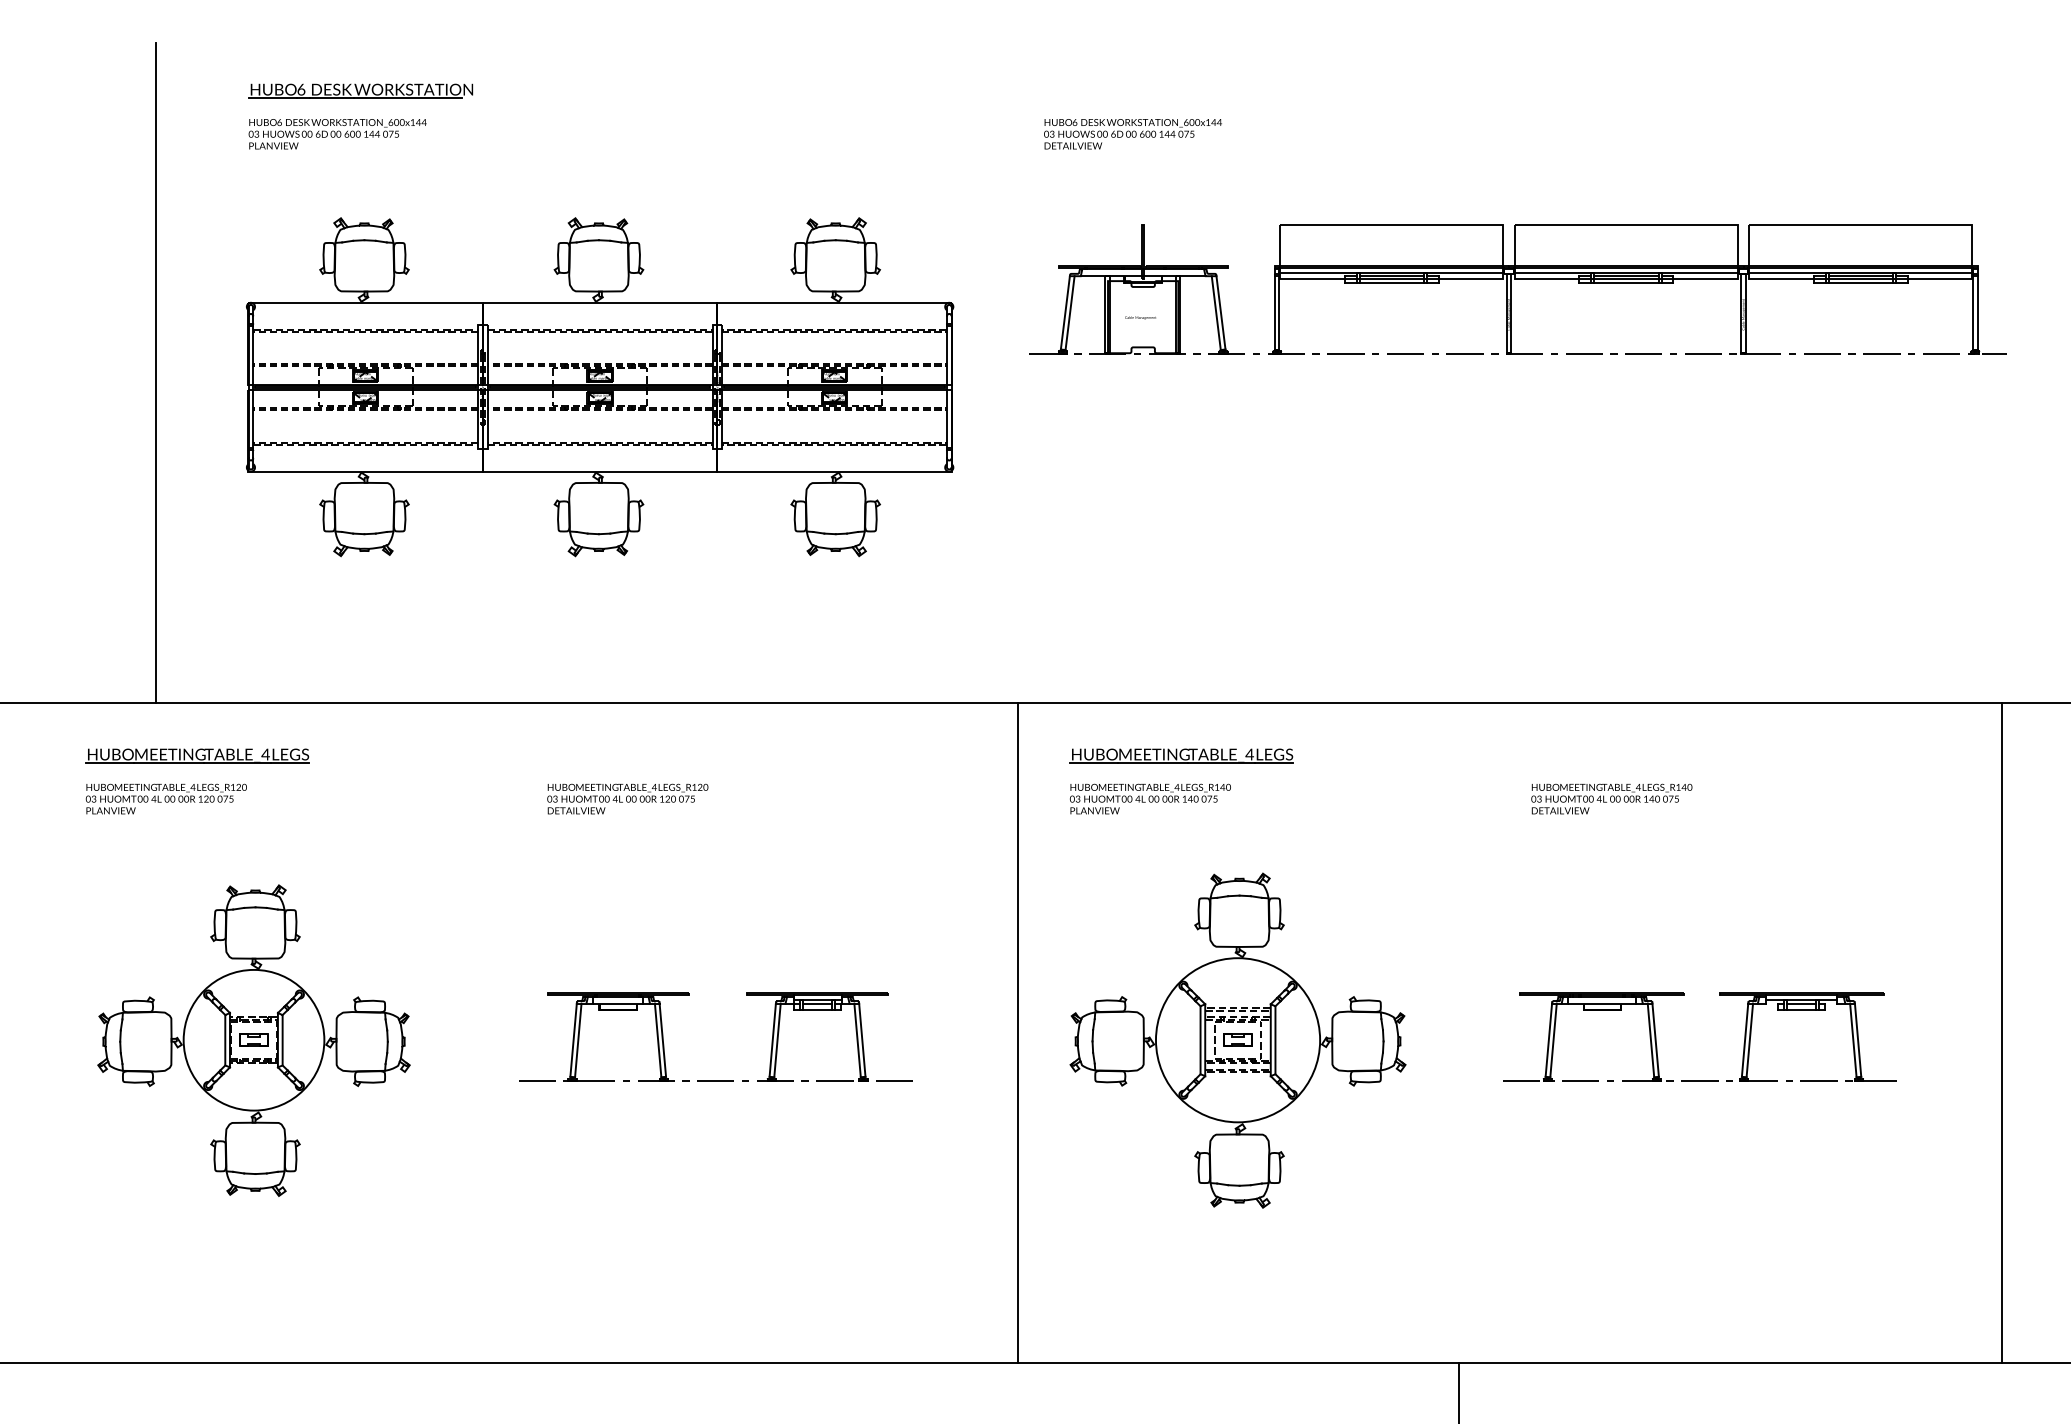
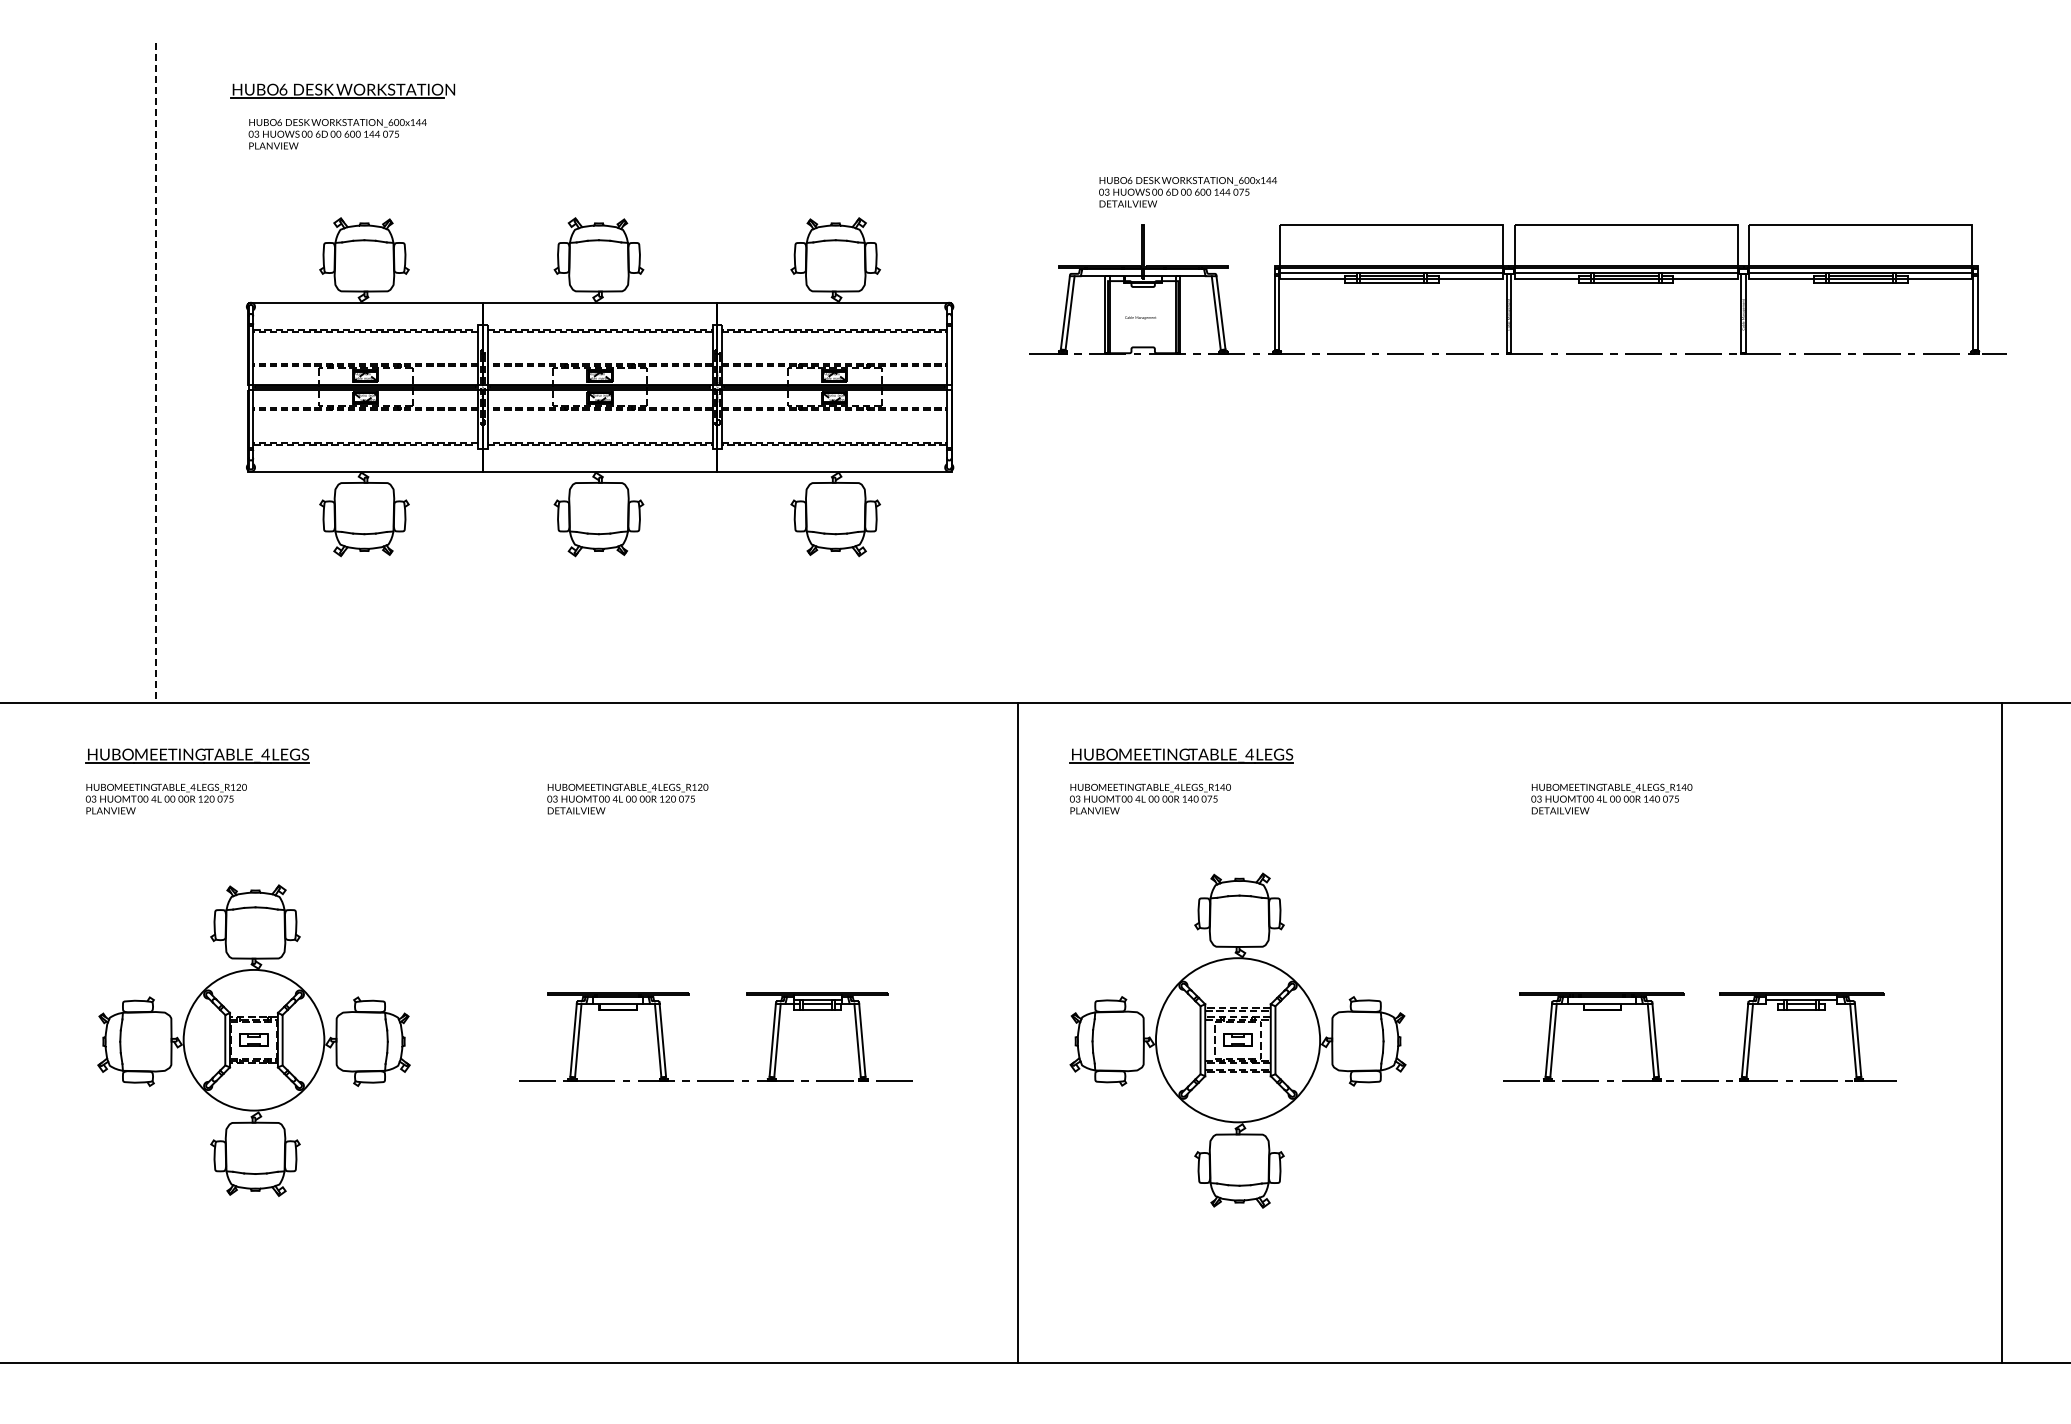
part at (360, 90) position: (360, 90) -> (342, 90)
text at (1132, 134) position: (1132, 134) -> (1187, 192)
line at (155, 373): solid -> dashed
line at (1458, 1391): present -> none
